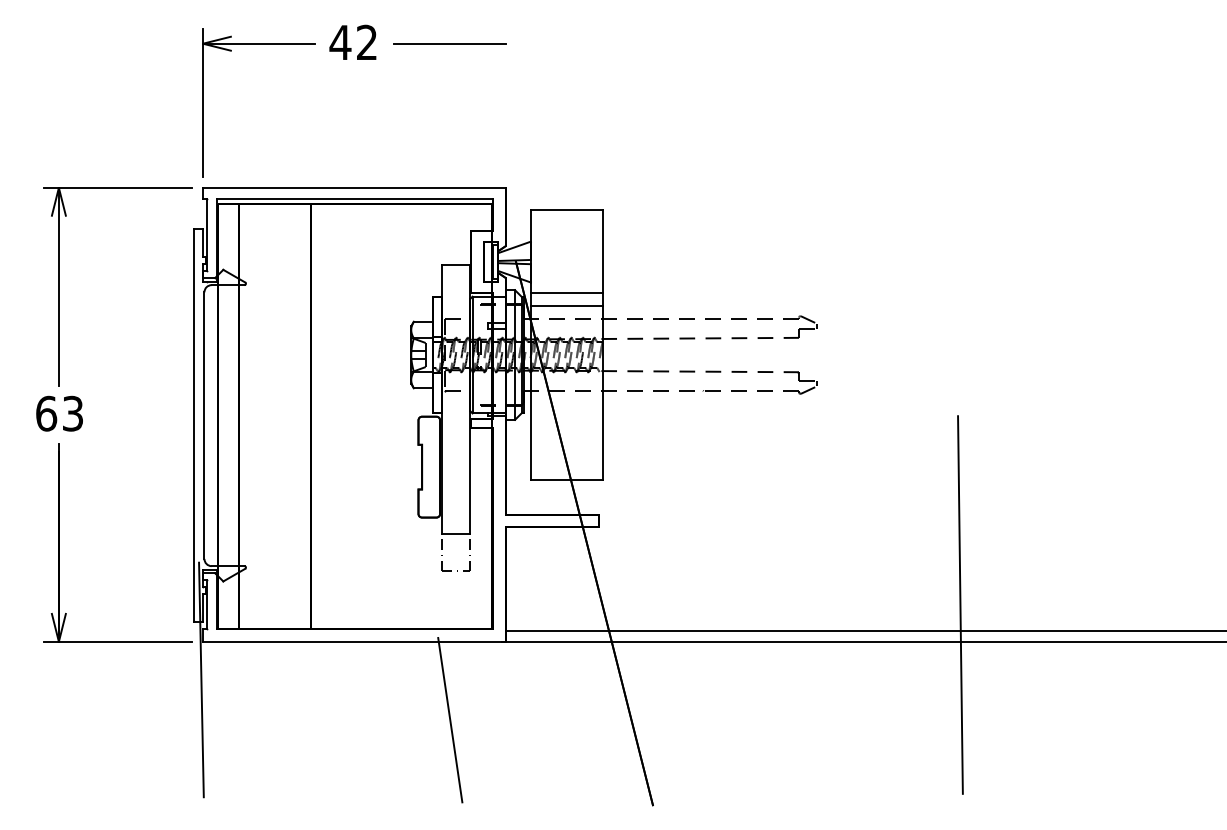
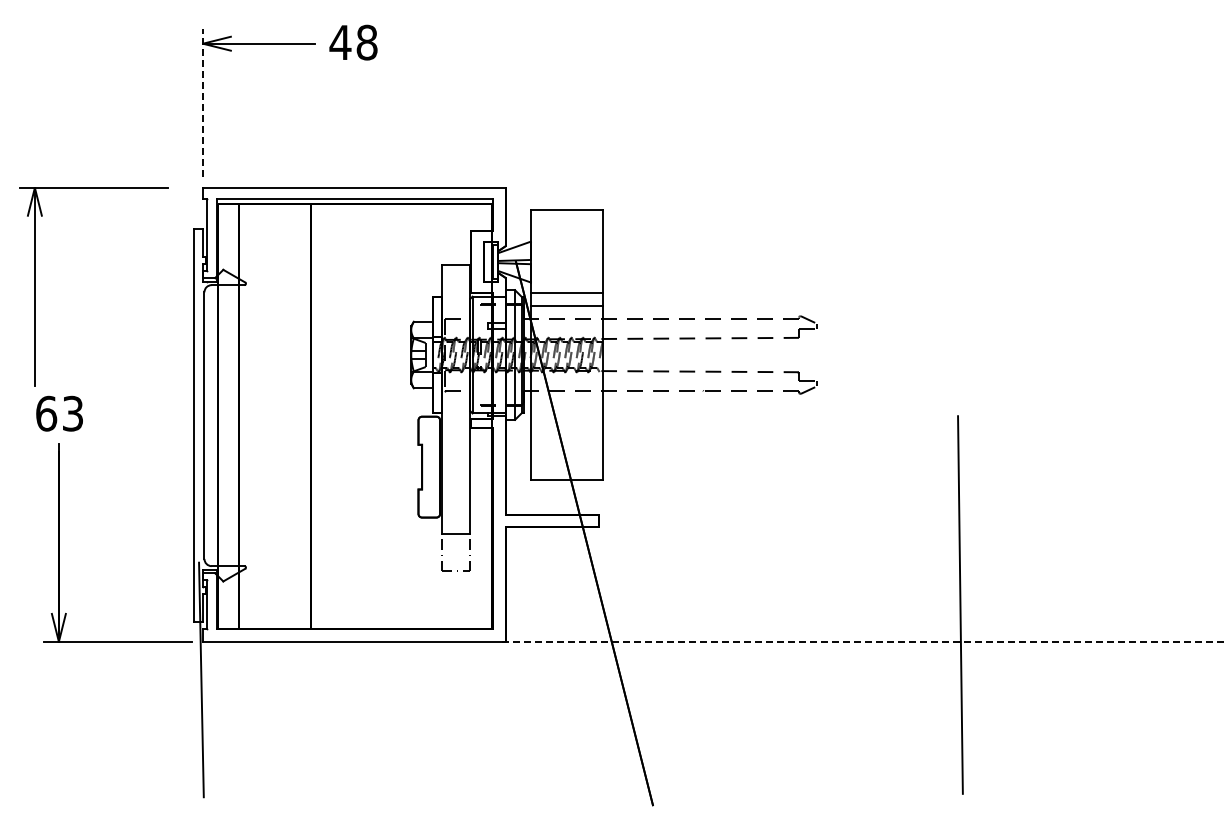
text at (366, 42): 42 -> 48
line at (449, 43): present -> none
line at (203, 103): solid -> dashed
part at (59, 286) position: (59, 286) -> (35, 286)
line at (864, 631): present -> none
line at (864, 641): solid -> dashed
line at (450, 720): present -> none
